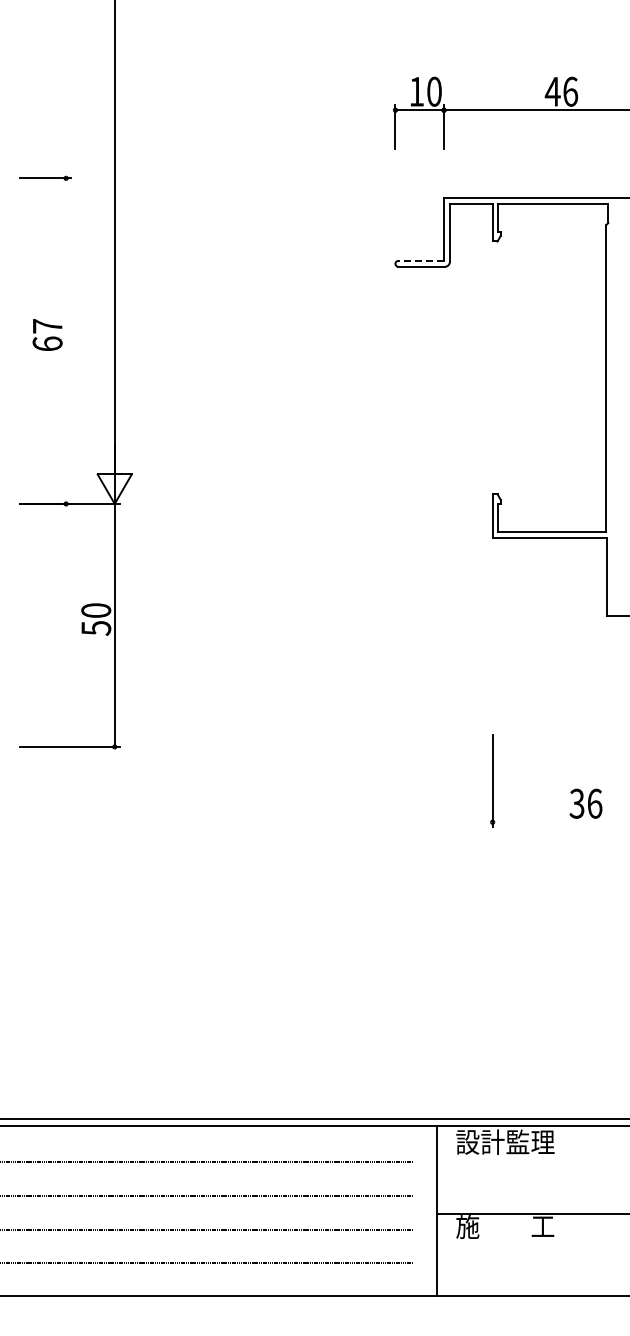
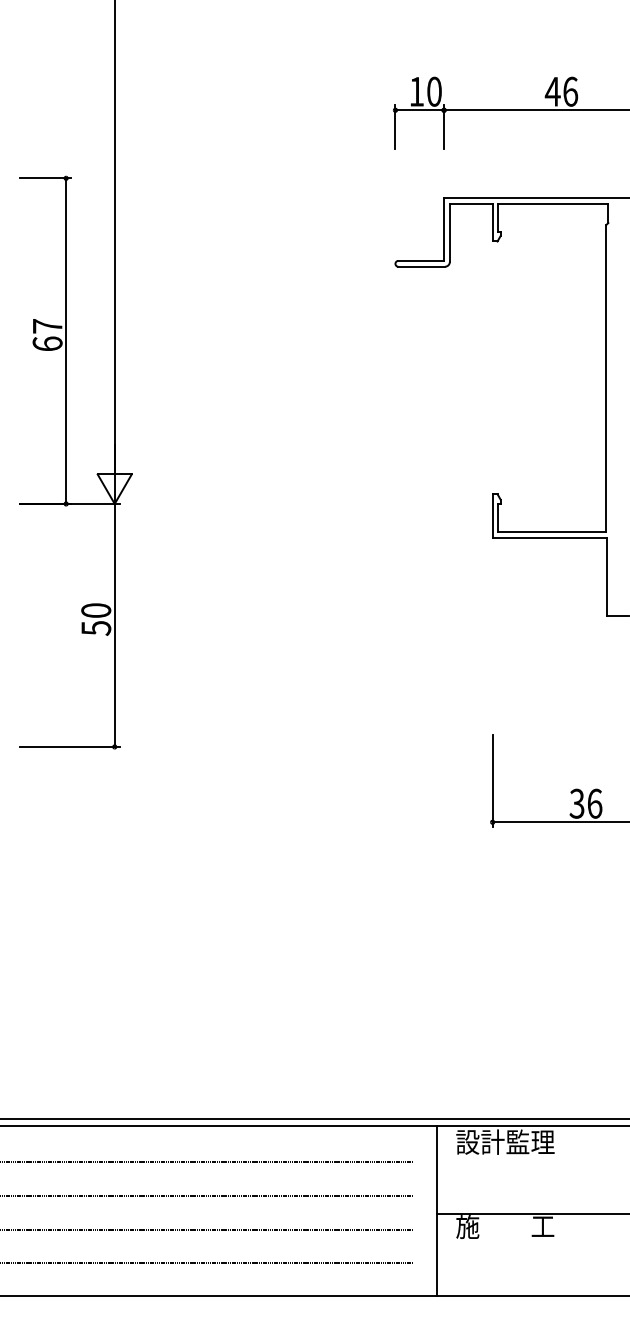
line at (421, 260): dashed -> solid
line at (66, 340): none -> present
line at (559, 822): none -> present
